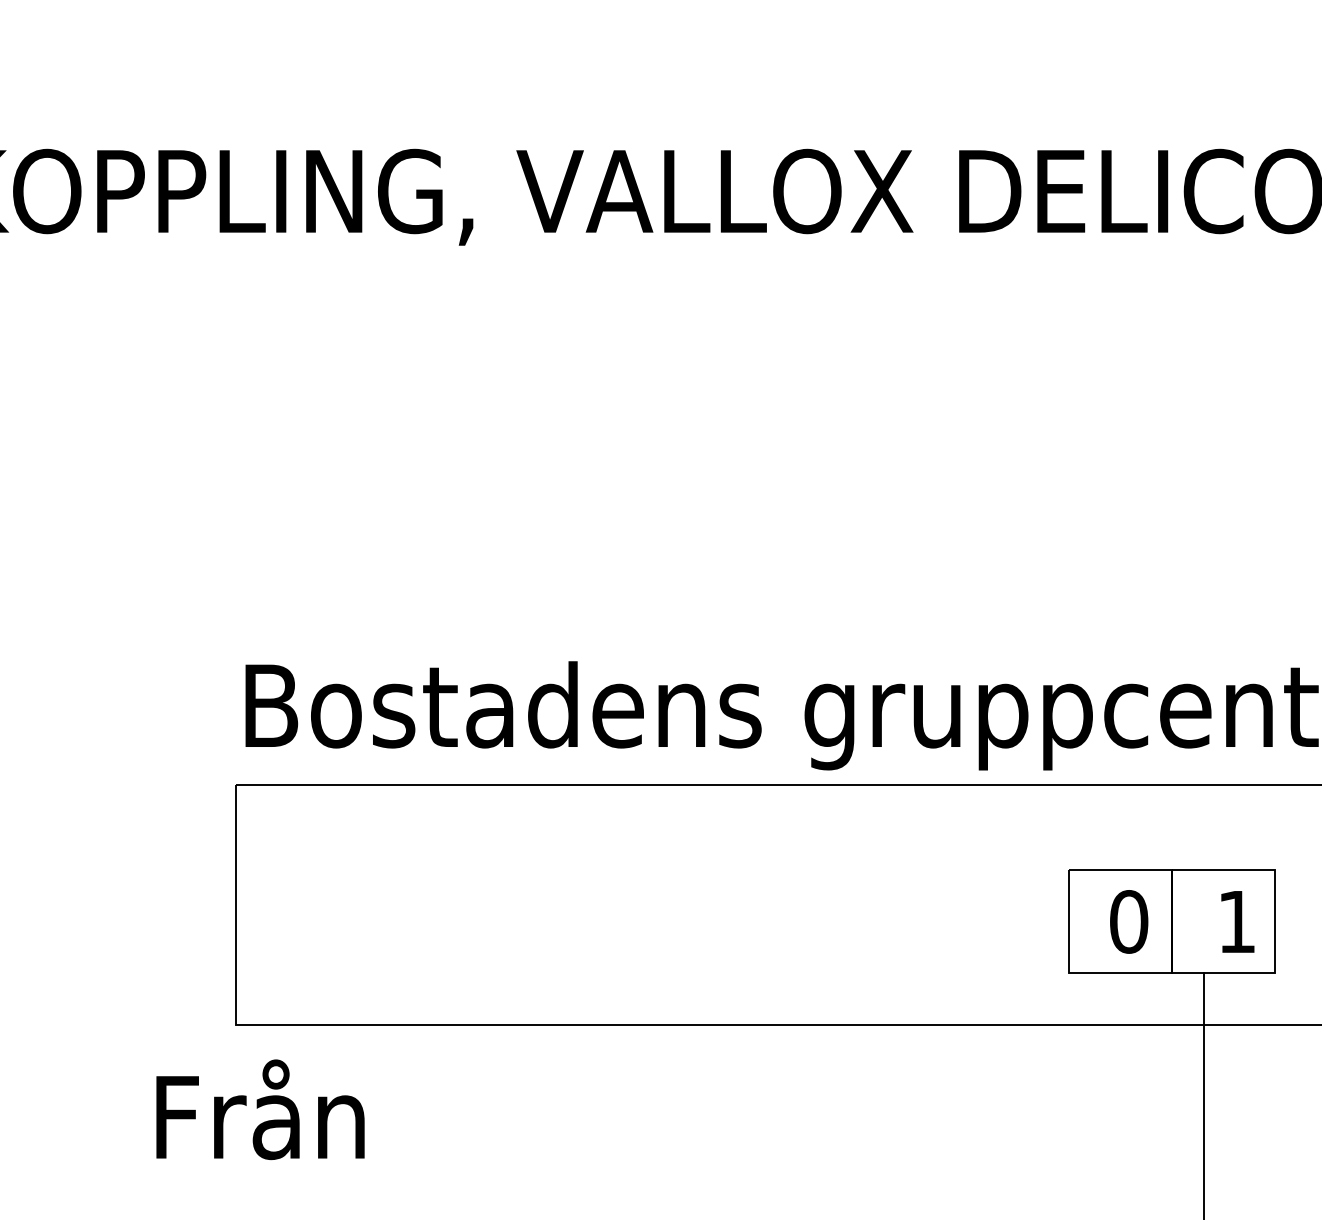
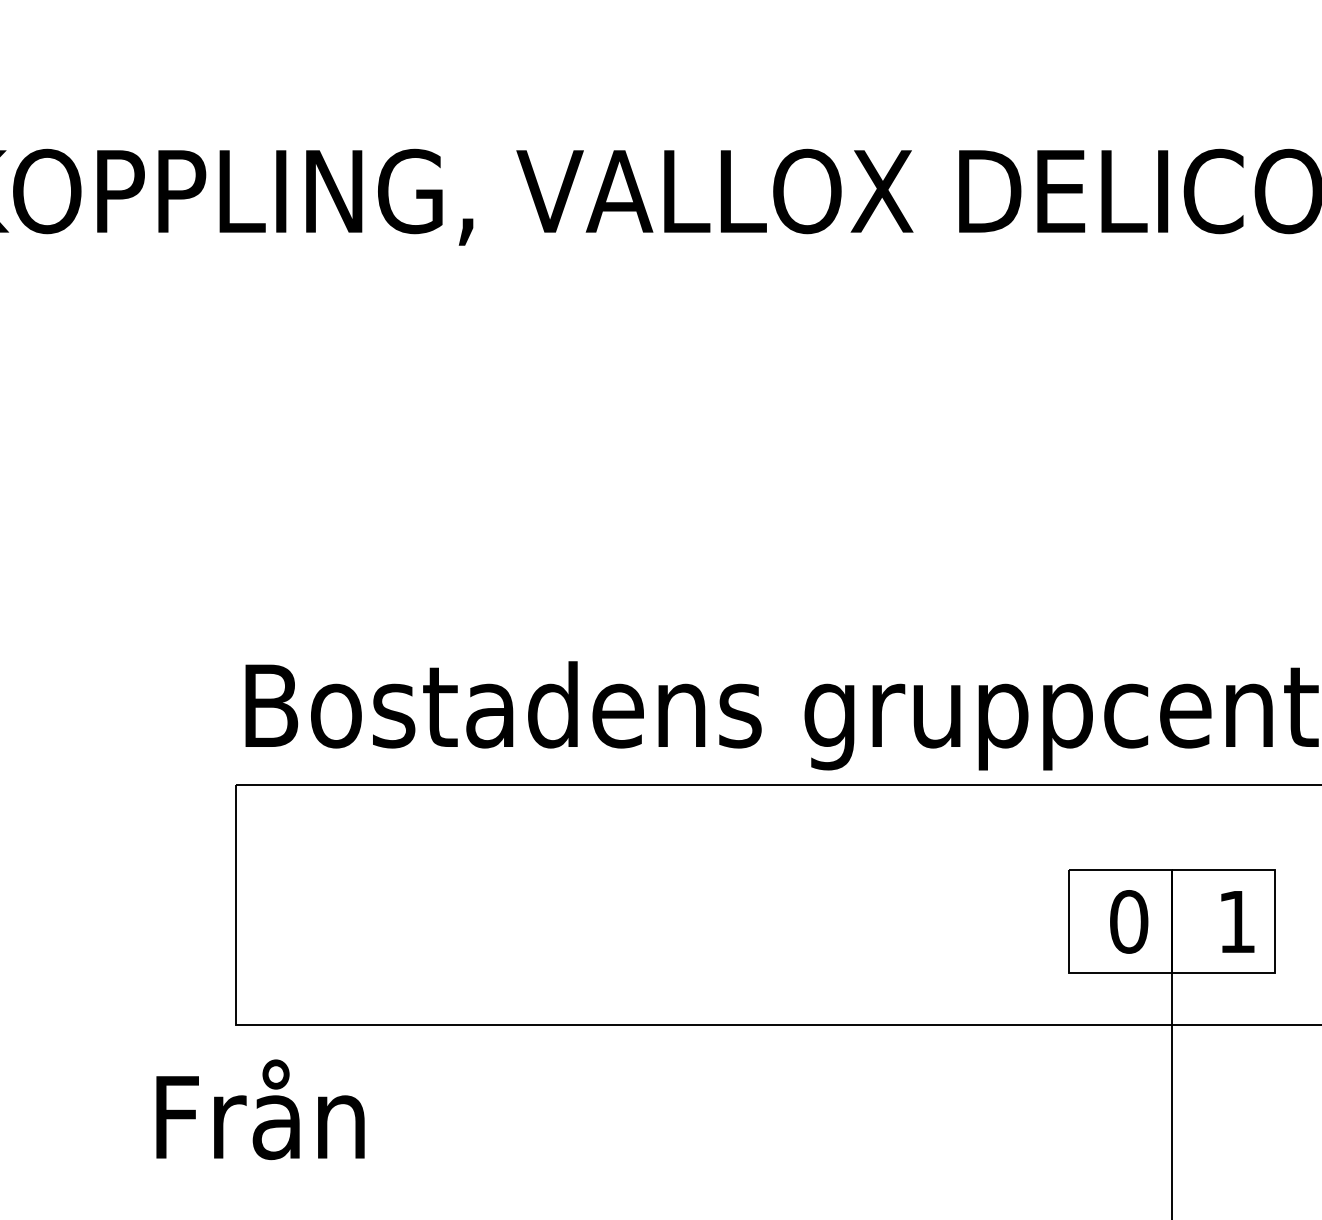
line at (1203, 1094) position: (1203, 1094) -> (1171, 1094)
